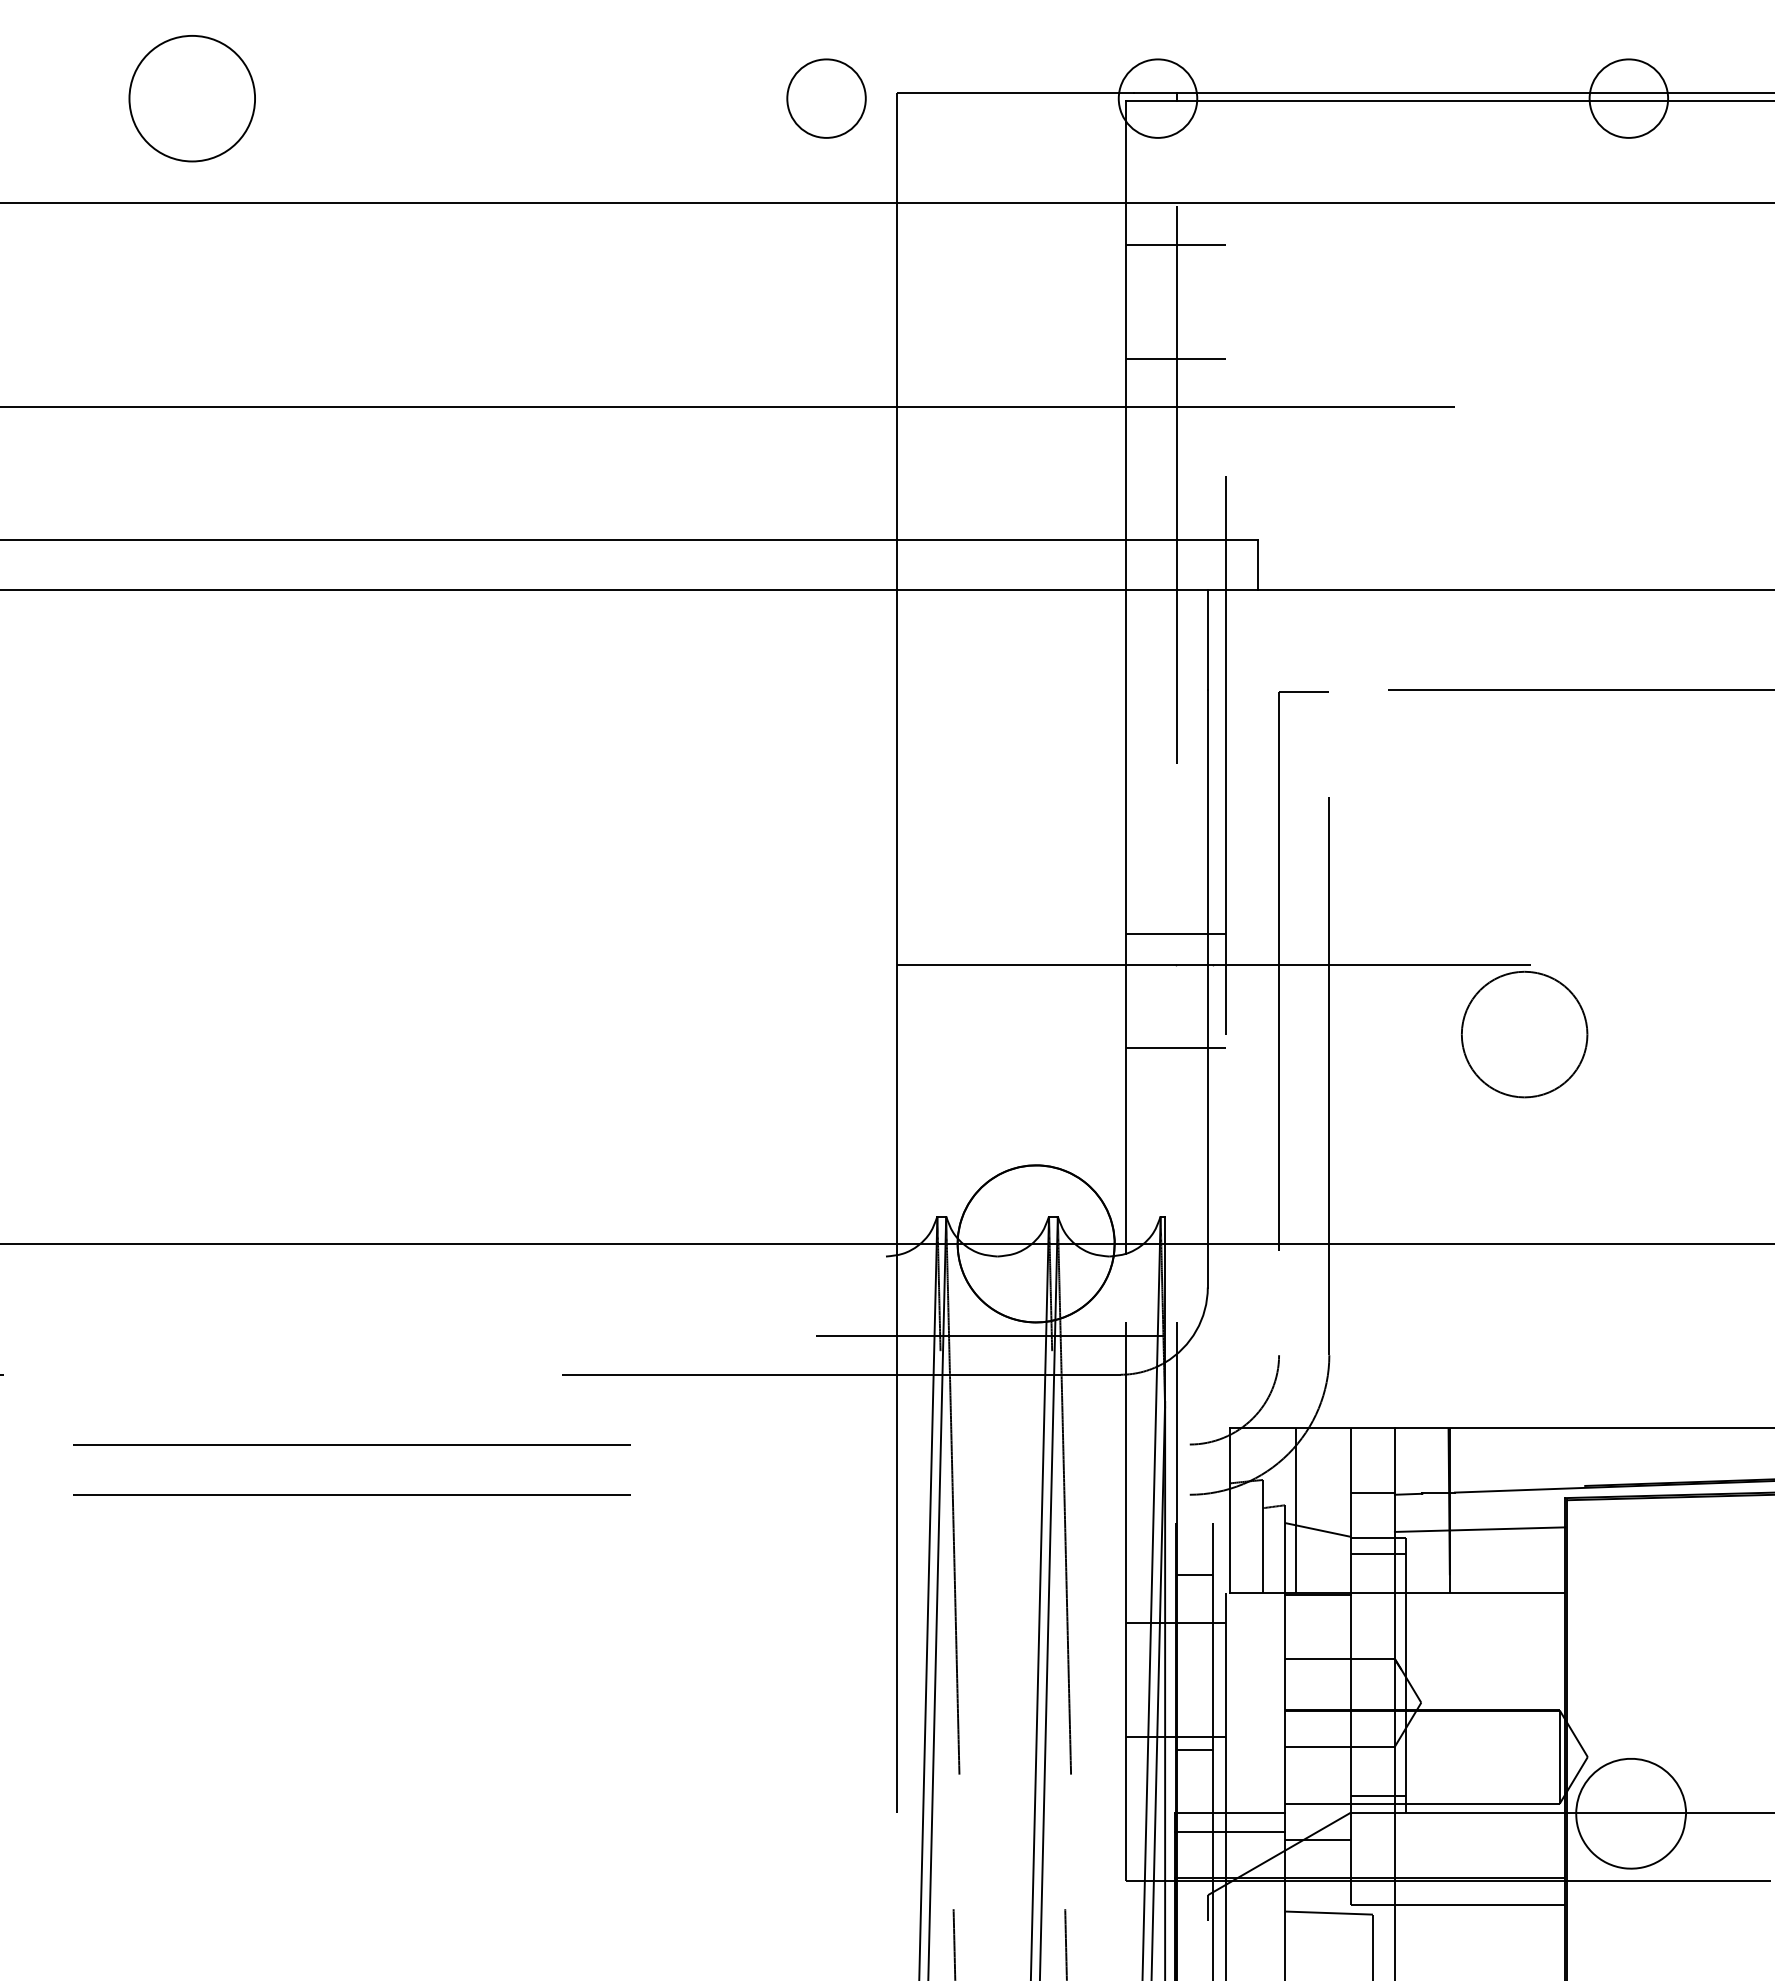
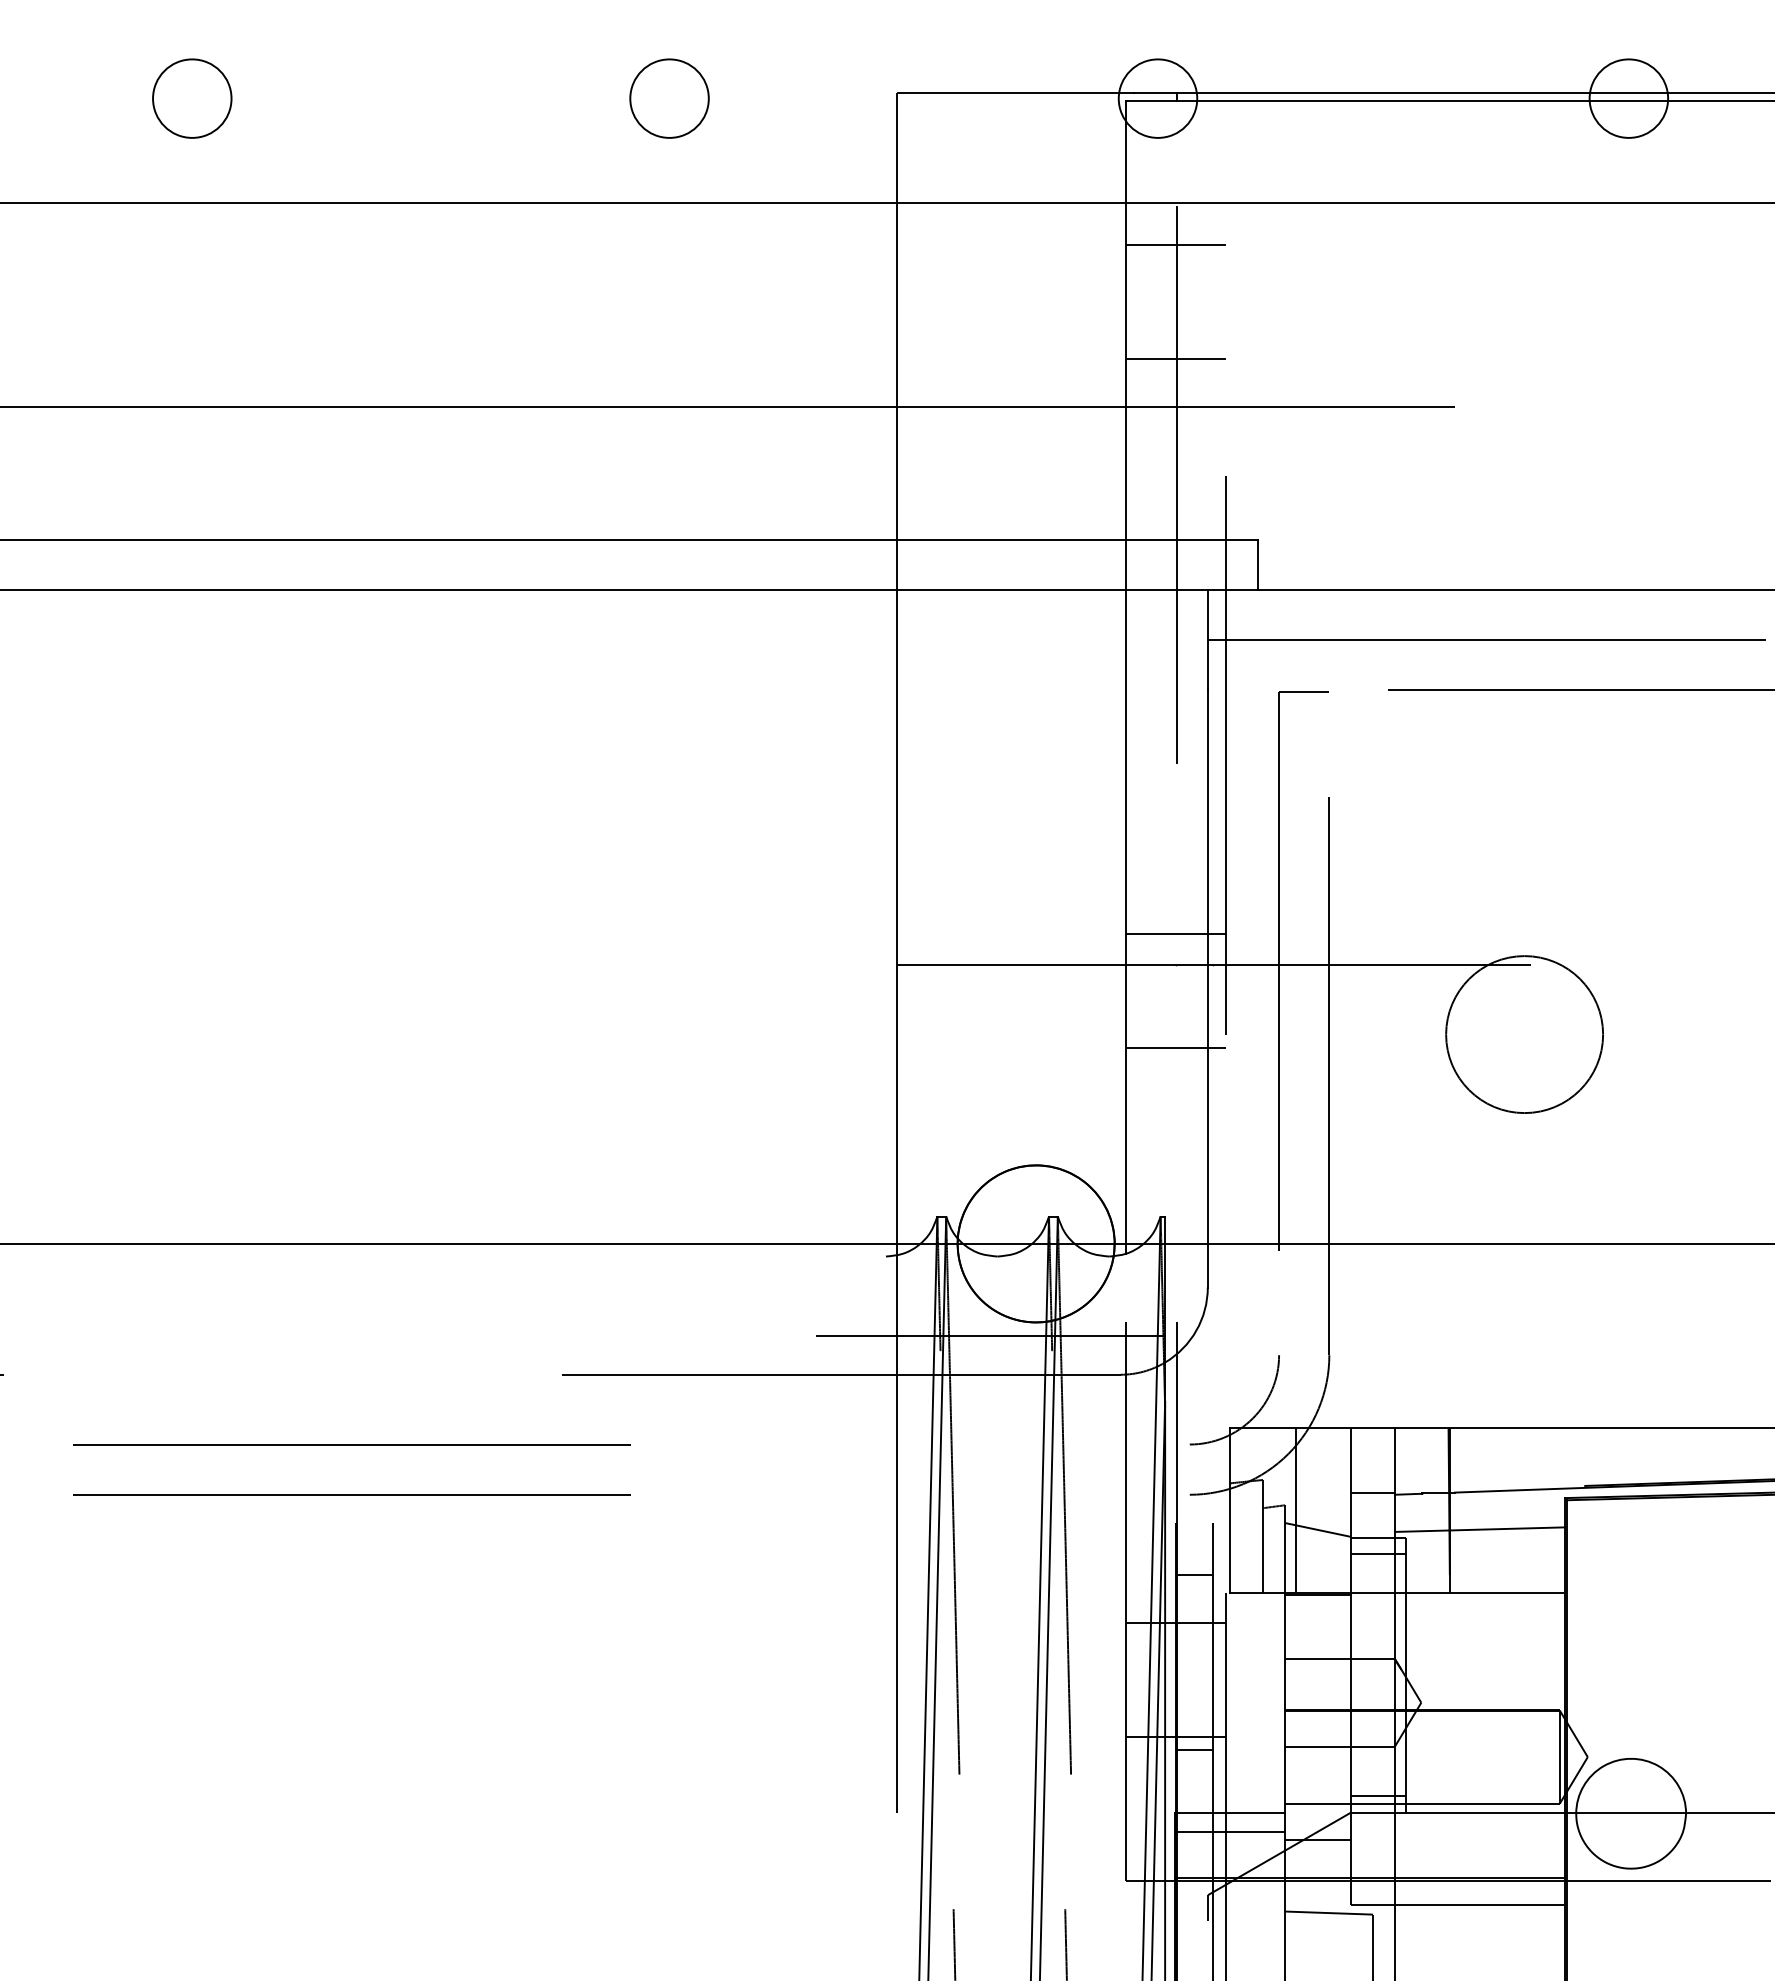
circle at (192, 98) diameter: 126 px -> 78 px
circle at (826, 98) position: (826, 98) -> (669, 98)
line at (1489, 640): none -> present
circle at (1524, 1034) diameter: 126 px -> 157 px
